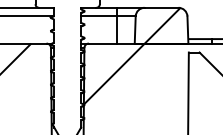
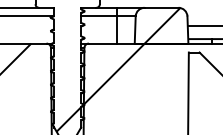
line at (203, 26): none -> present
hatch at (69, 117): none -> present
